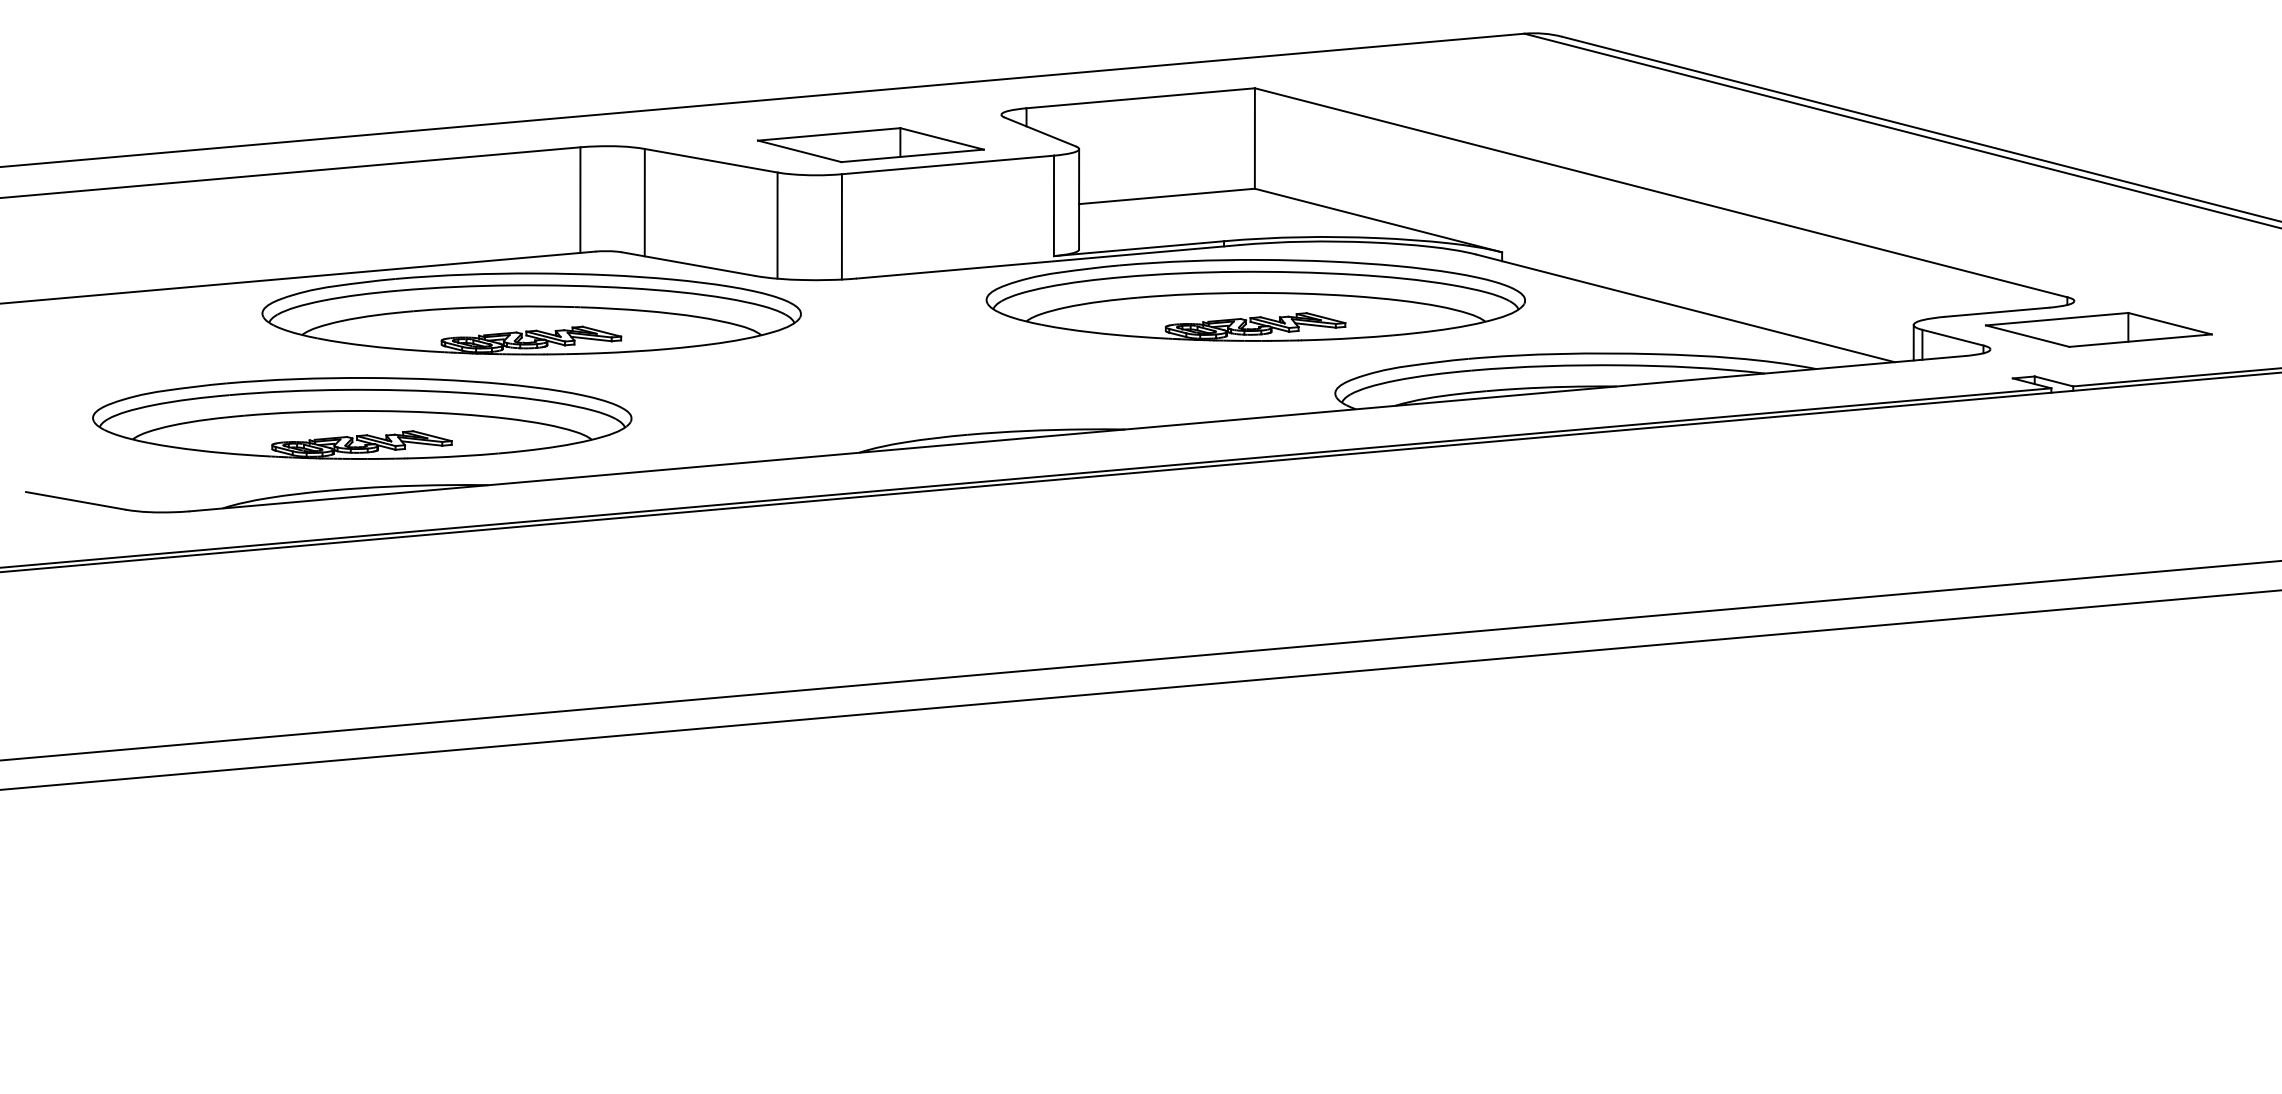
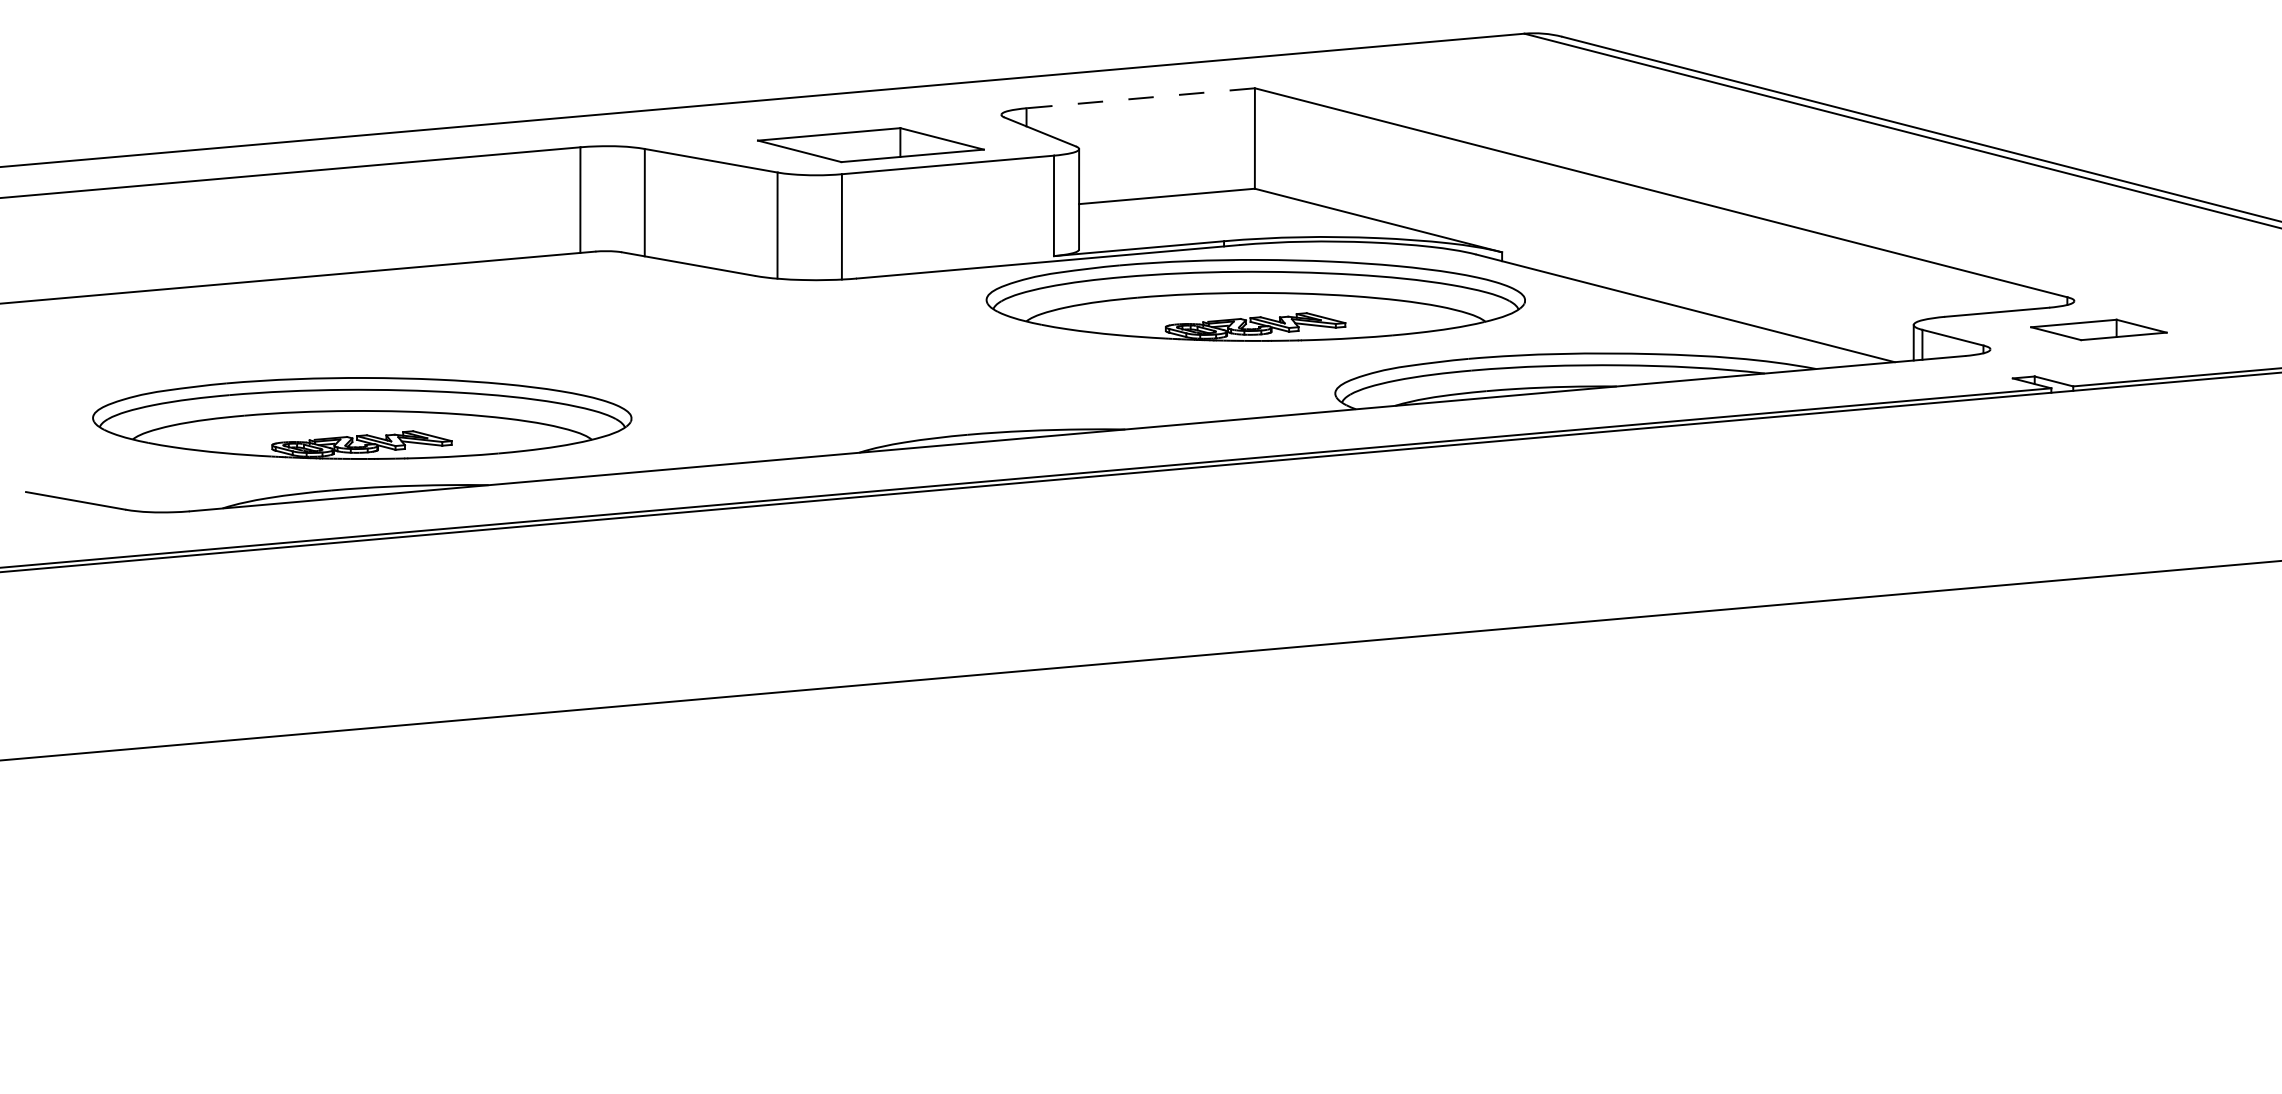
line at (1140, 98): solid -> dashed
part at (531, 313): present -> none
part at (2098, 329) size: 228x36 px -> 138x24 px
line at (1140, 689): present -> none
